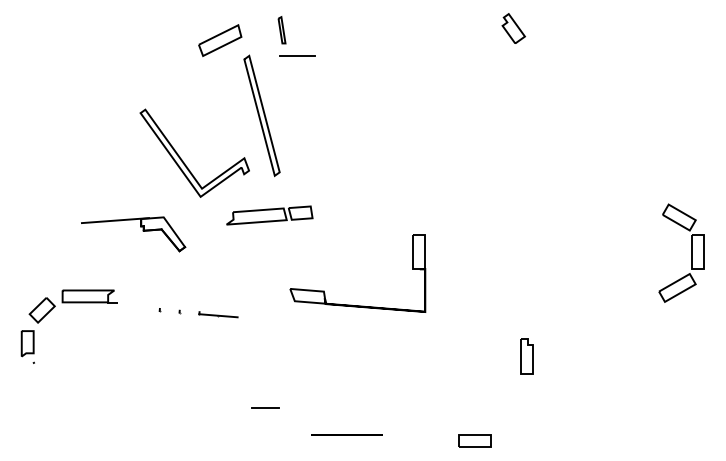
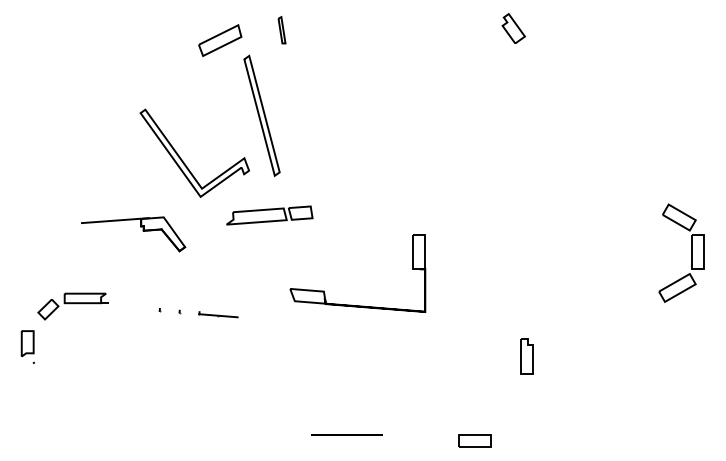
line at (297, 55): present -> none
part at (72, 306) size: 90x35 px -> 72x29 px
line at (265, 407): present -> none
